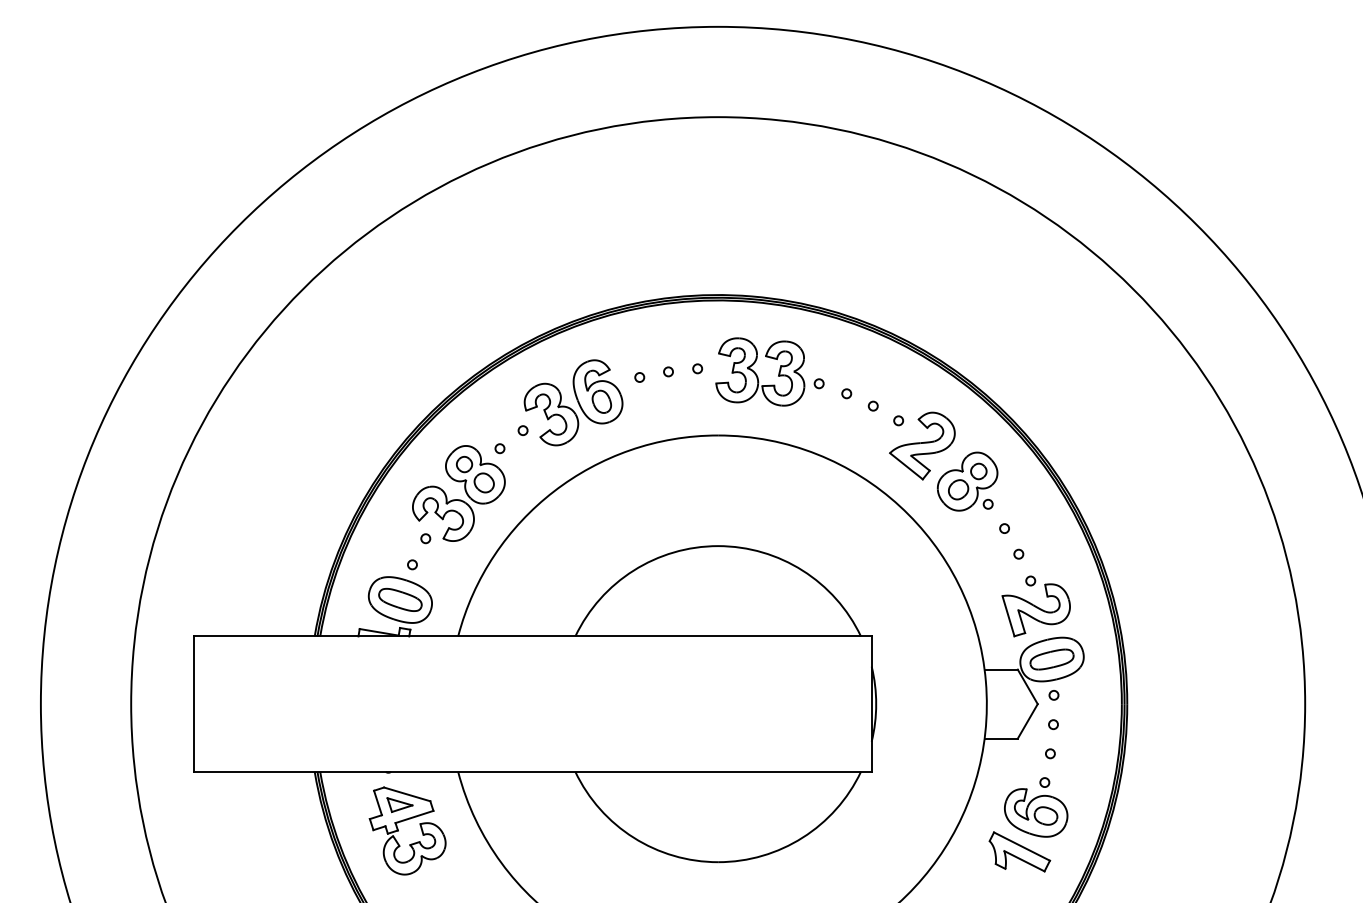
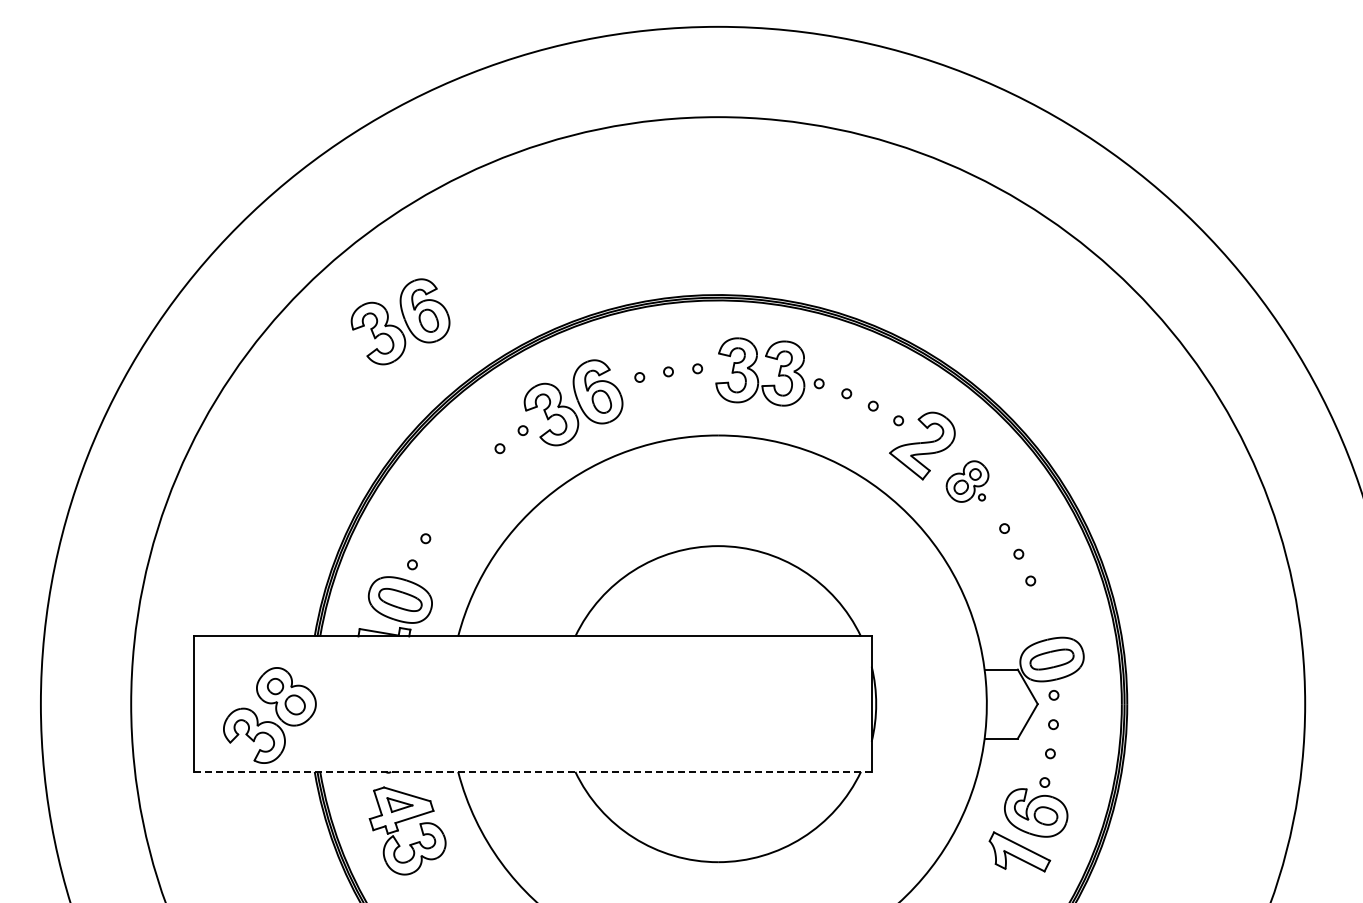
part at (400, 321): none -> present
part at (967, 481) size: 63x61 px -> 45x43 px
part at (458, 493) position: (458, 493) -> (269, 715)
part at (1035, 610): present -> none
line at (533, 771): solid -> dashed
